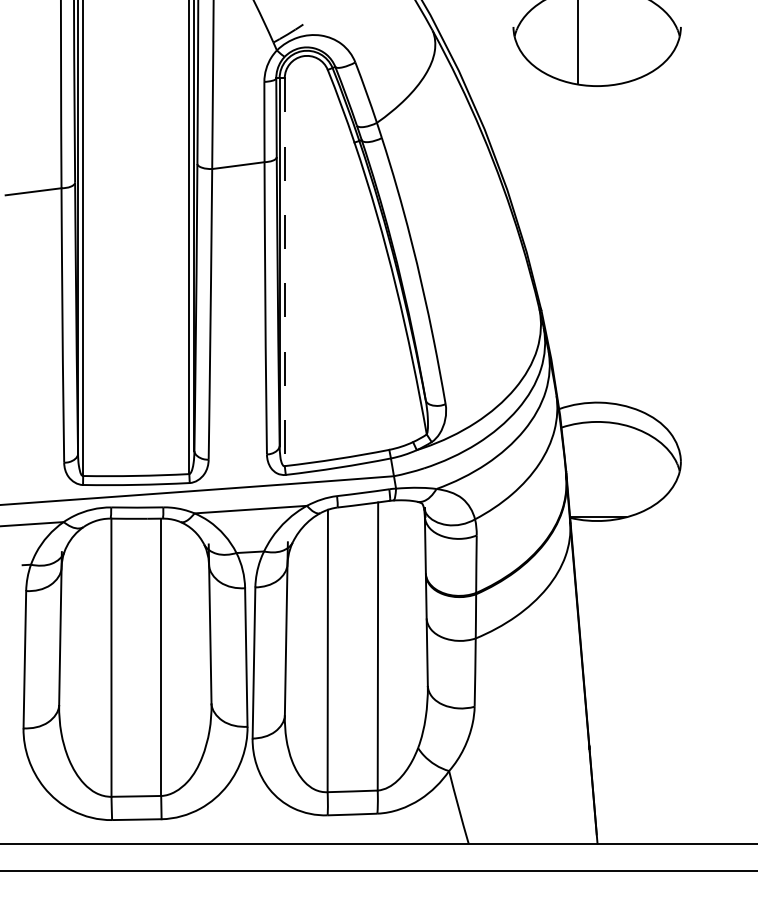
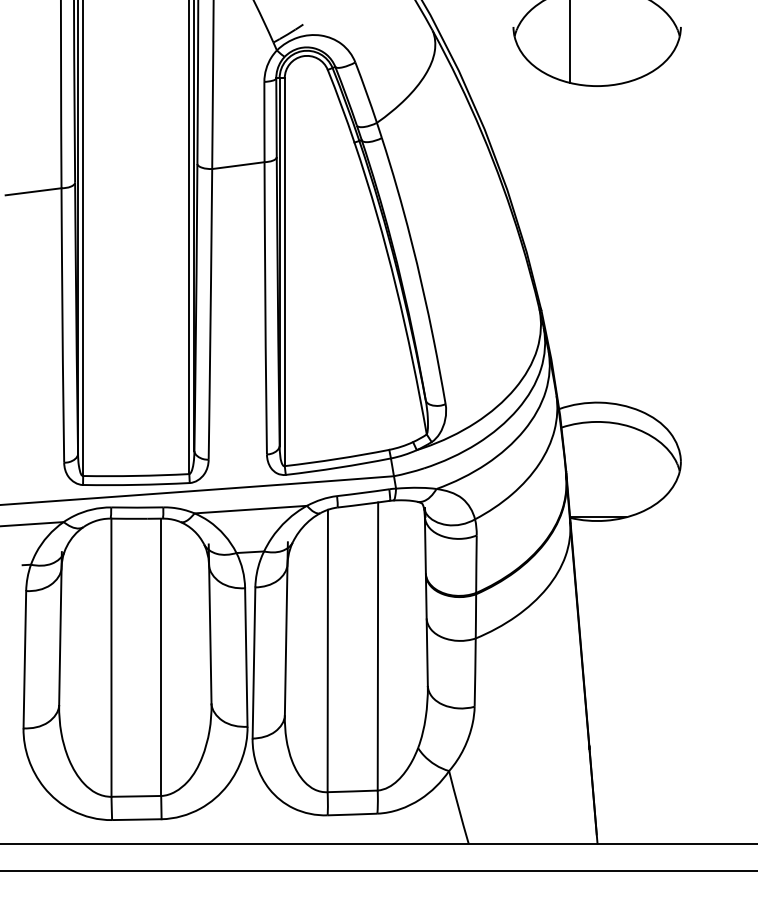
line at (577, 42) position: (577, 42) -> (569, 42)
line at (284, 272): dashed -> solid
